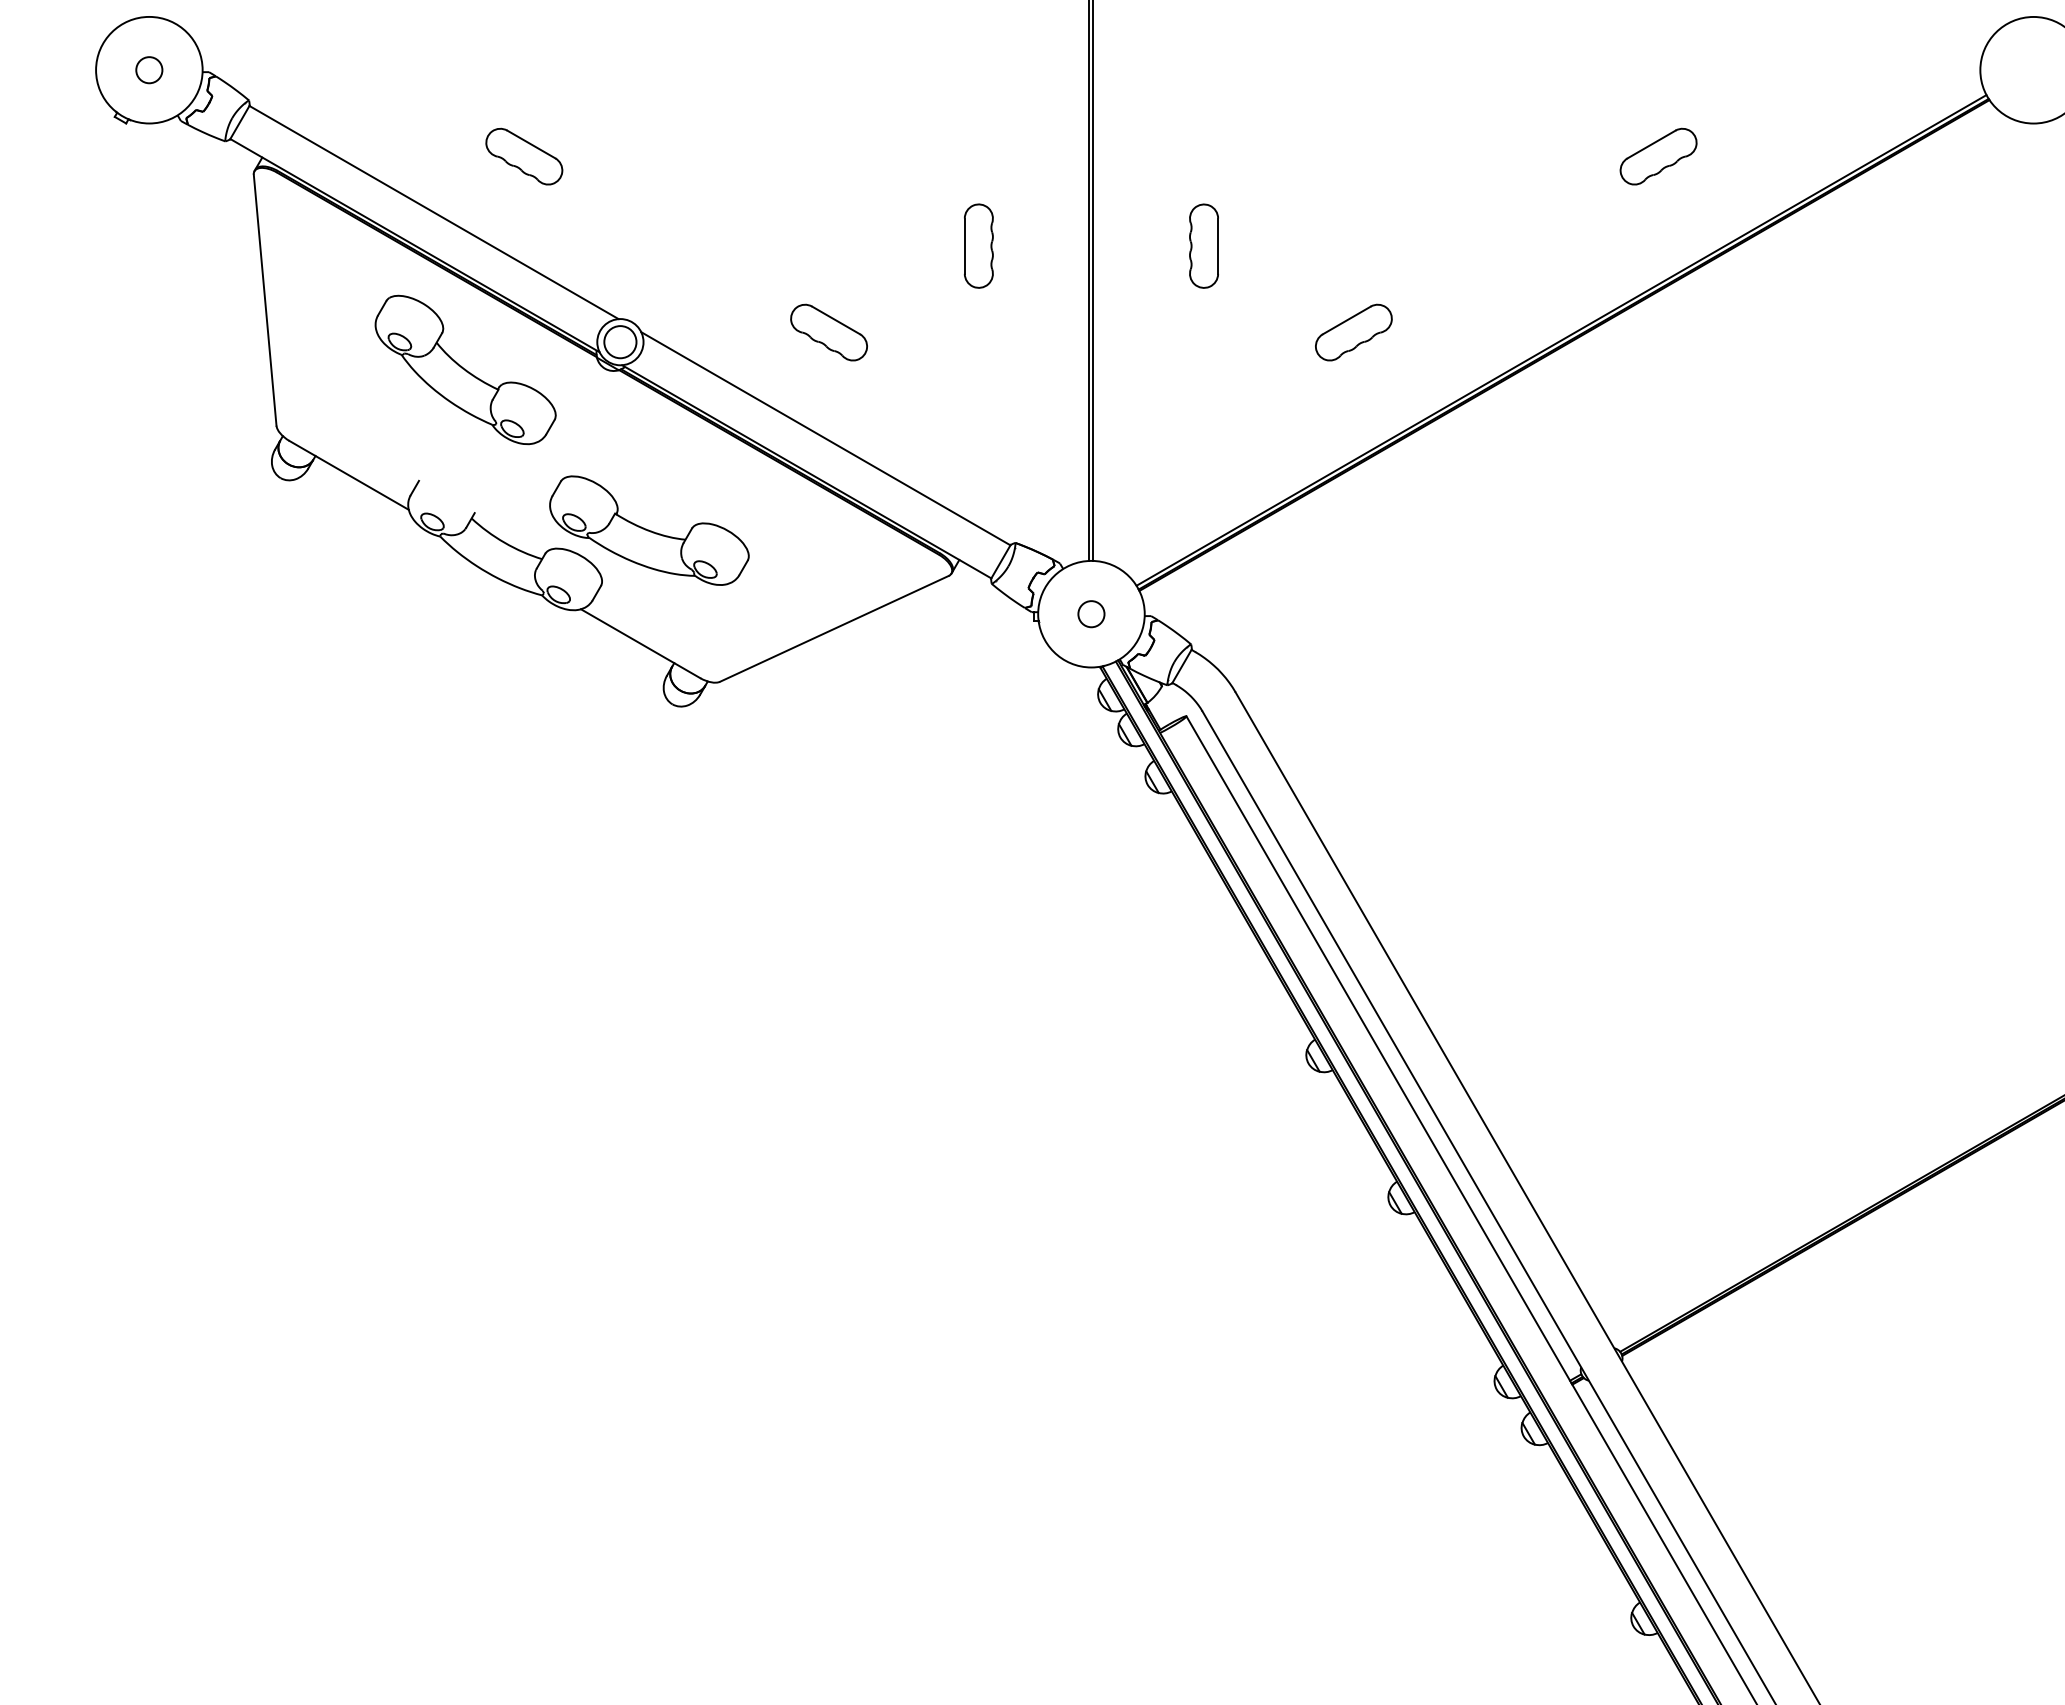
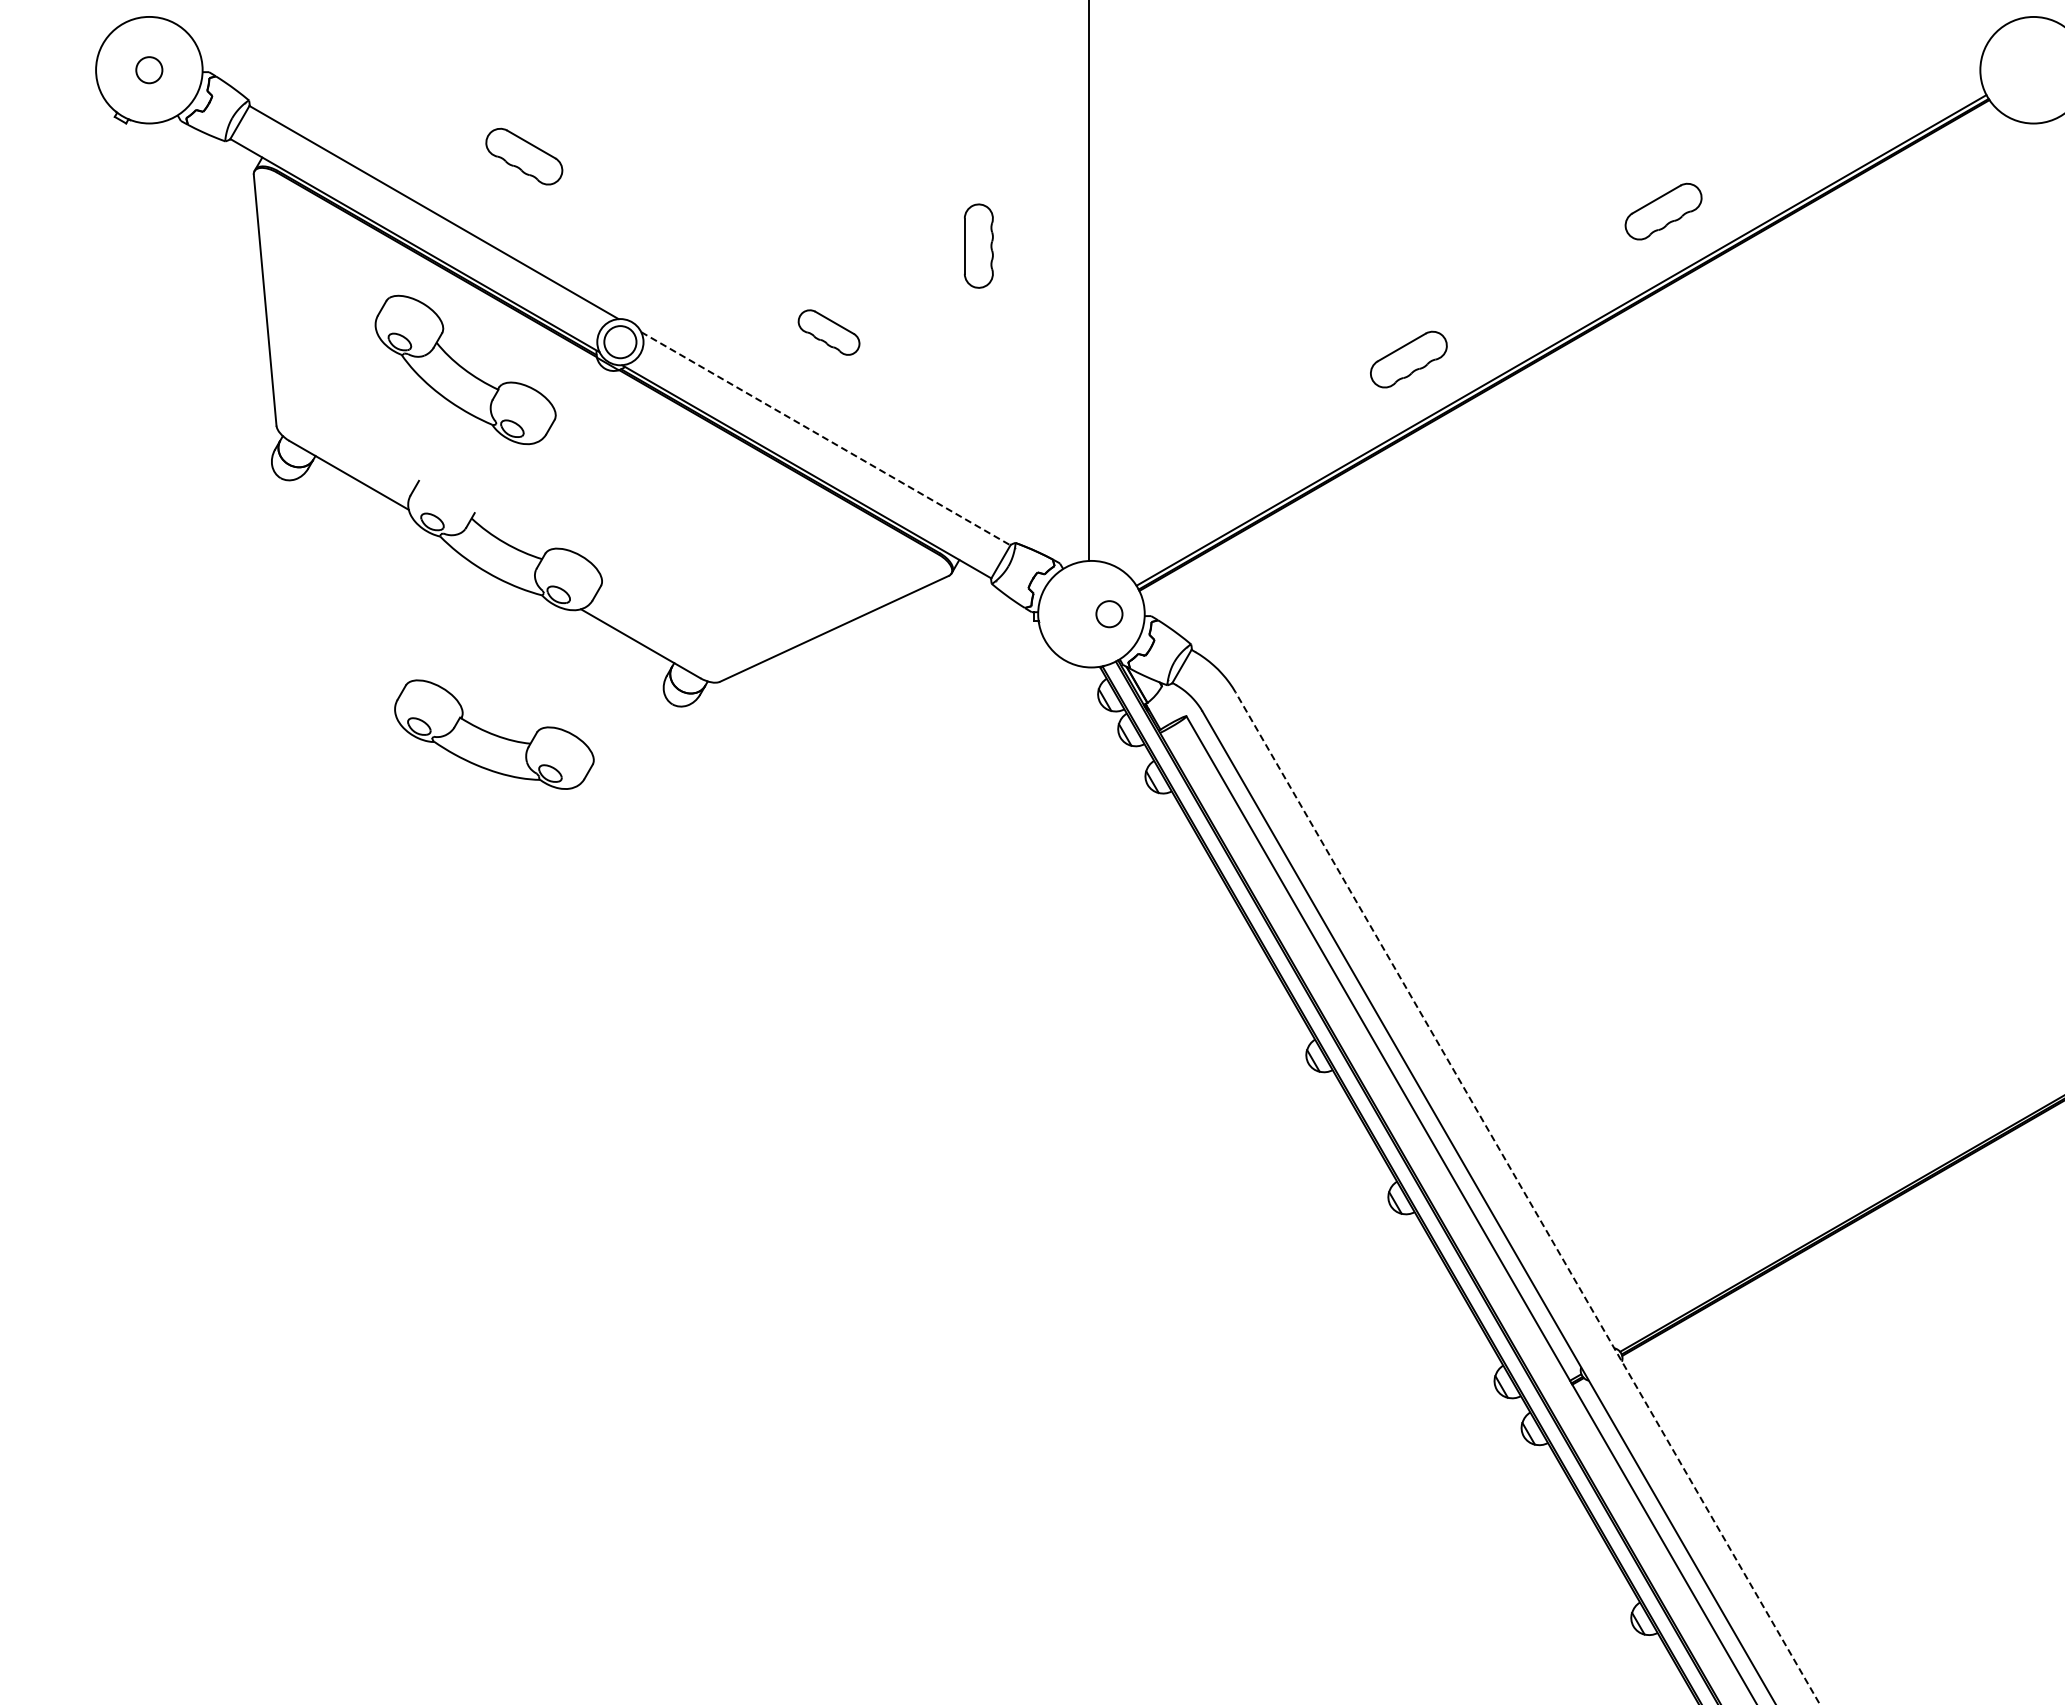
part at (1658, 156) position: (1658, 156) -> (1663, 211)
part at (1203, 245): present -> none
line at (1093, 281): present -> none
part at (828, 332) size: 78x59 px -> 64x47 px
part at (1353, 332) position: (1353, 332) -> (1408, 359)
line at (826, 439): solid -> dashed
part at (649, 530) position: (649, 530) -> (494, 734)
circle at (1091, 614) position: (1091, 614) -> (1109, 614)
line at (1527, 1197): solid -> dashed
